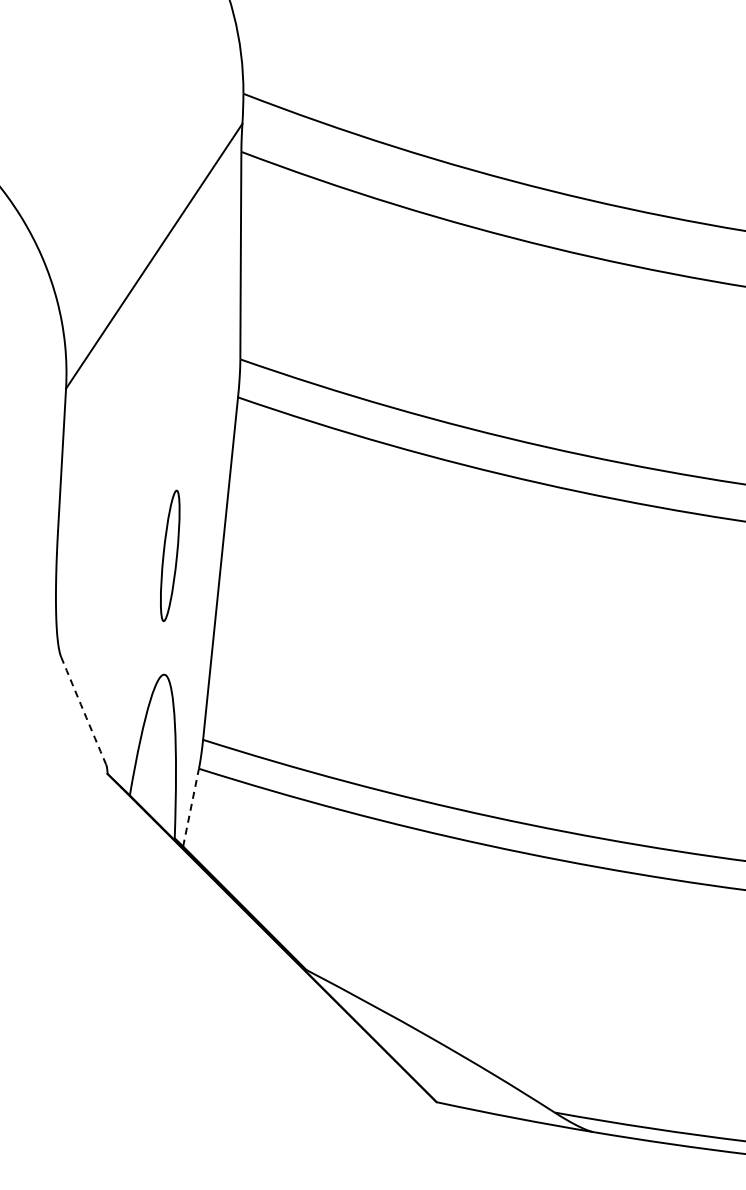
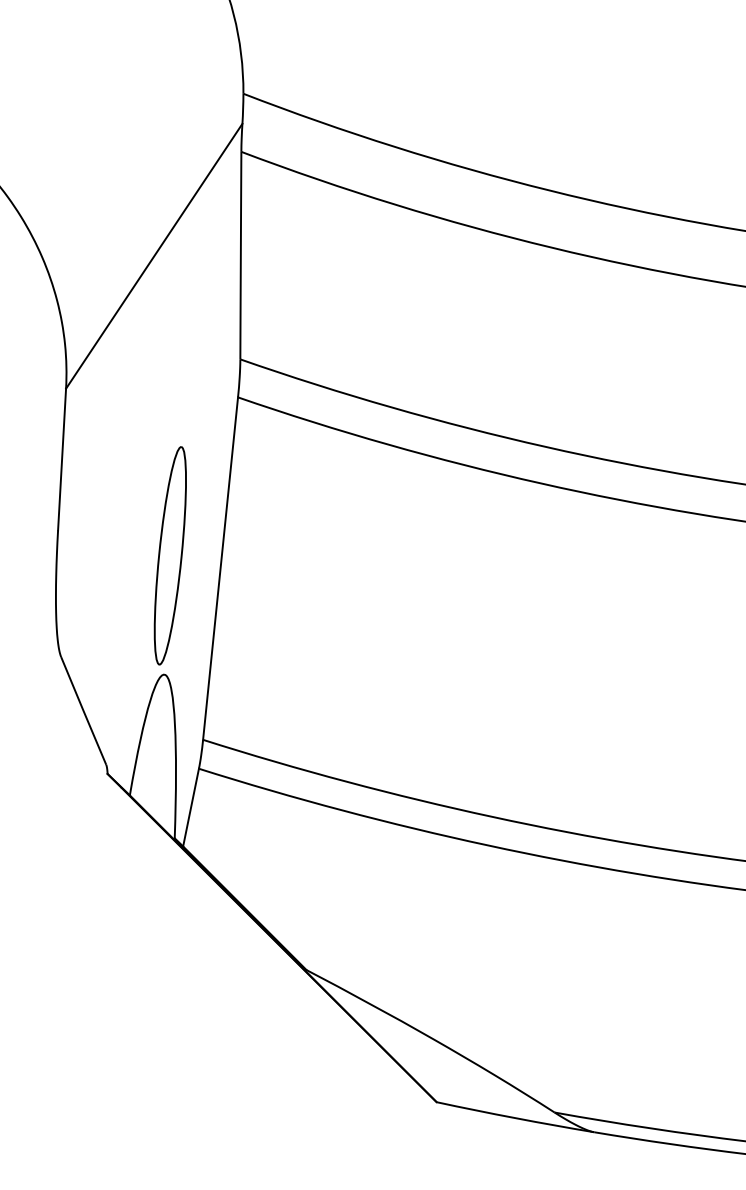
part at (170, 555) size: 21x133 px -> 34x220 px
arc at (83, 710): dashed -> solid
line at (191, 807): dashed -> solid
